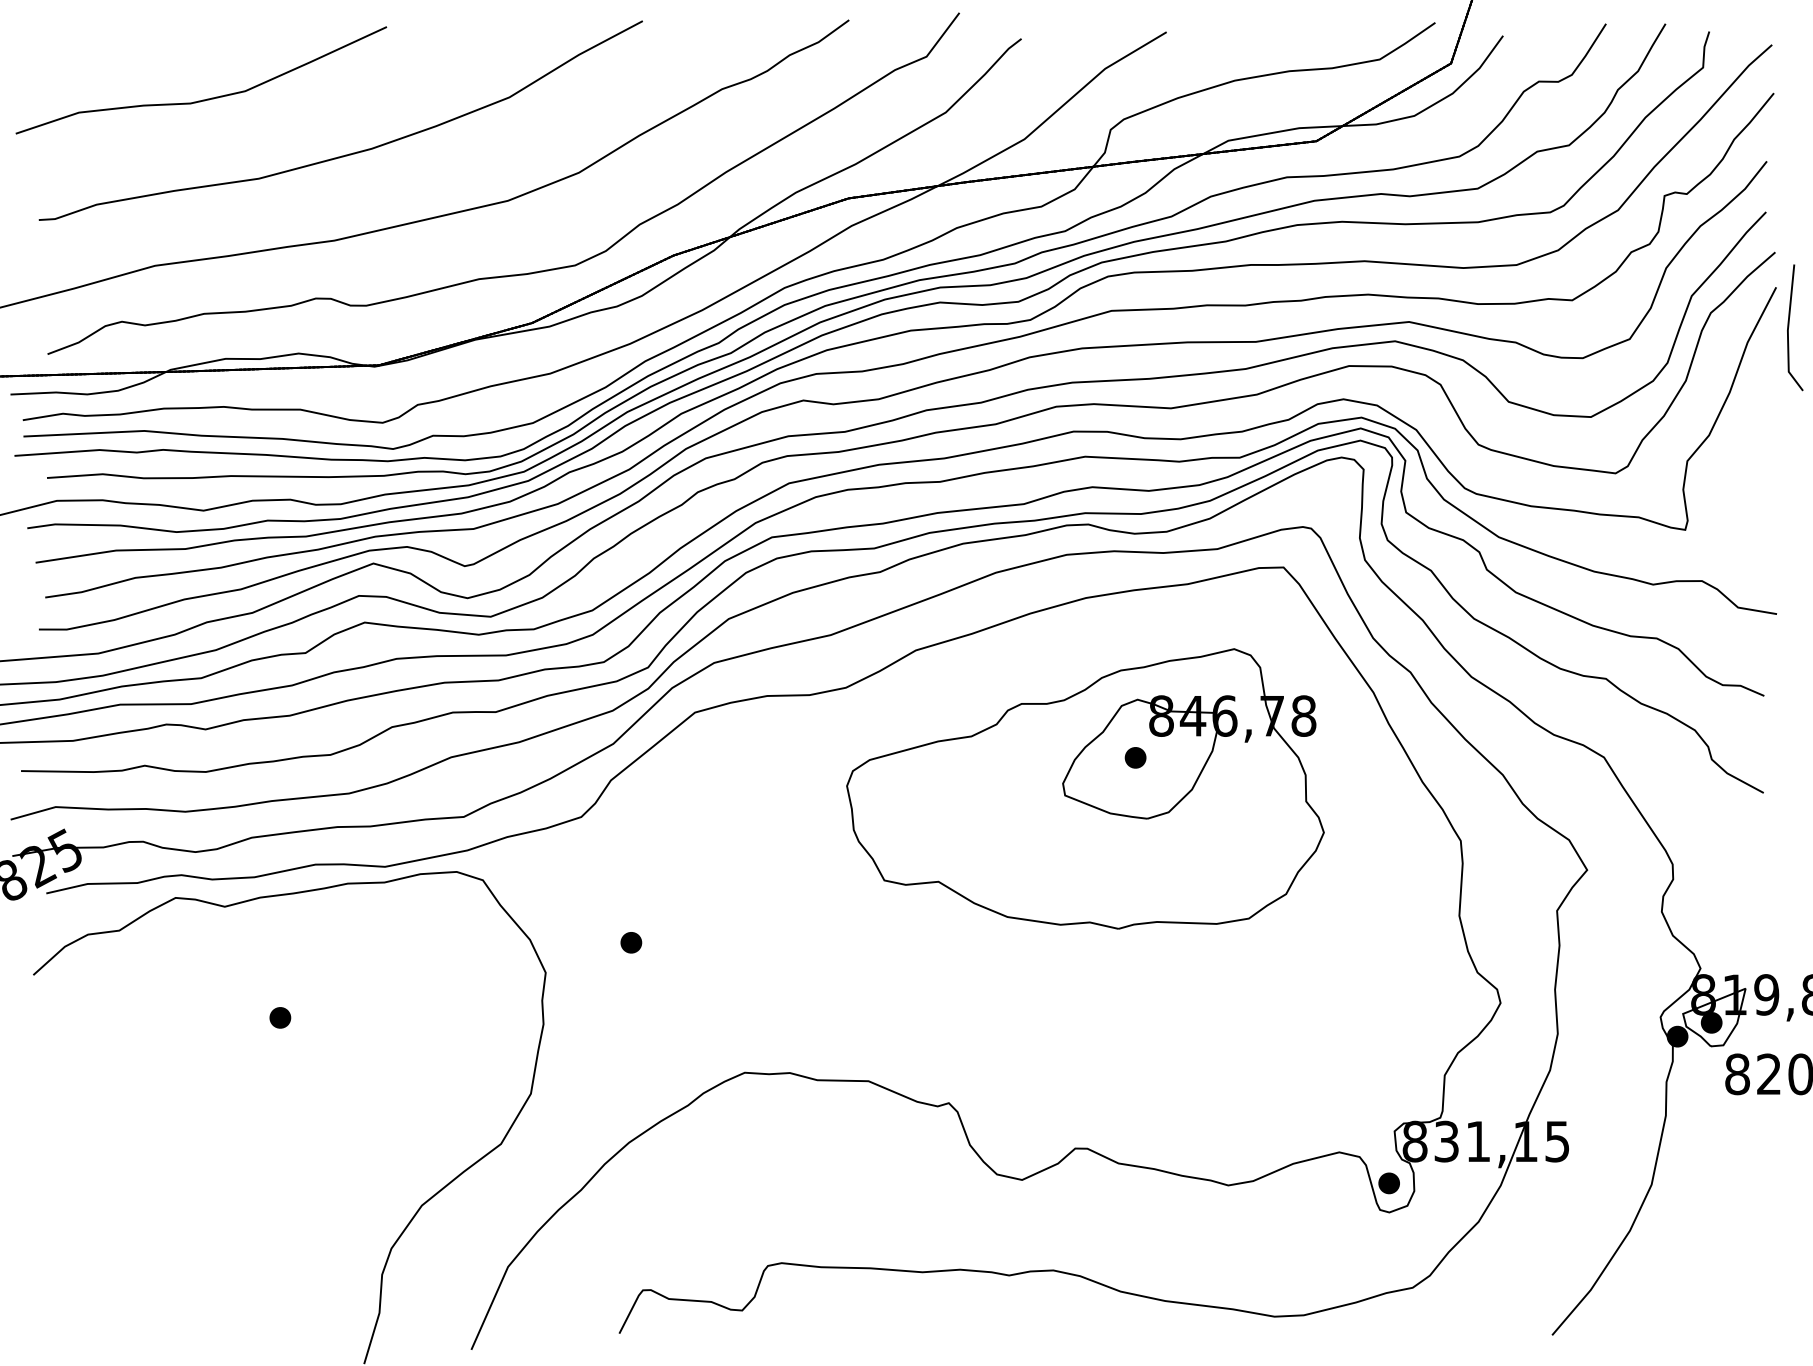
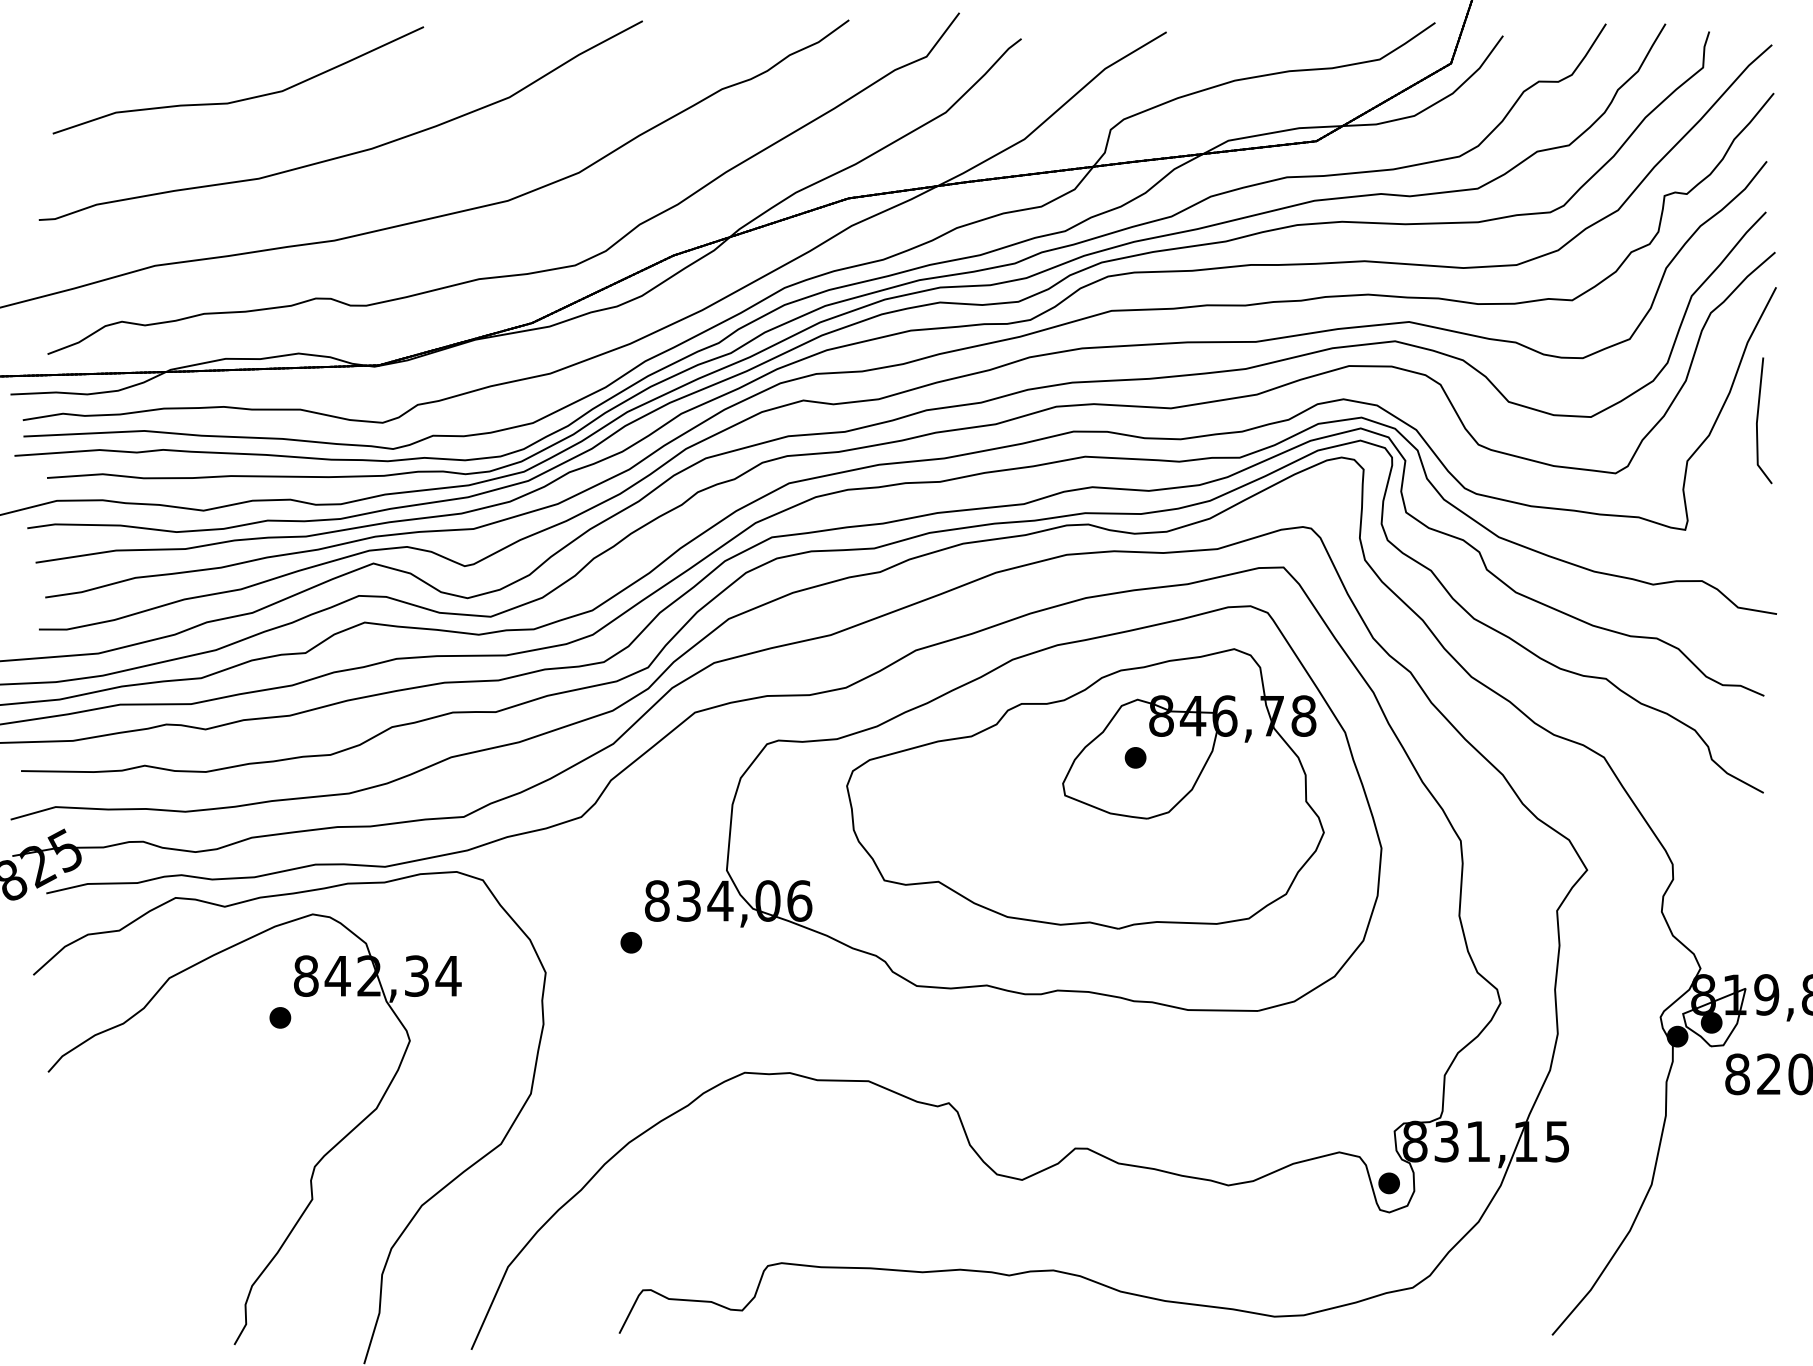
curve at (207, 98) position: (207, 98) -> (244, 98)
line at (1789, 326) position: (1789, 326) -> (1758, 419)
part at (1013, 808): none -> present
part at (314, 1165): none -> present
